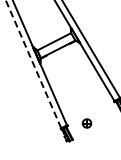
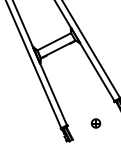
line at (33, 64): dashed -> solid
part at (86, 123) position: (86, 123) -> (95, 123)
